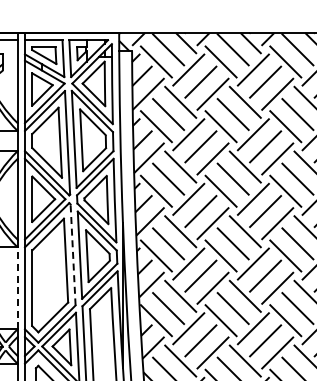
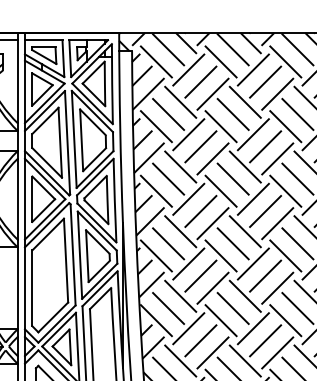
line at (73, 254): dashed -> solid
line at (17, 288): dashed -> solid
